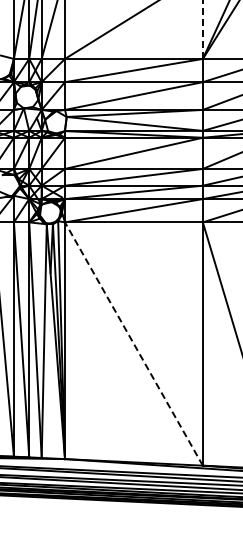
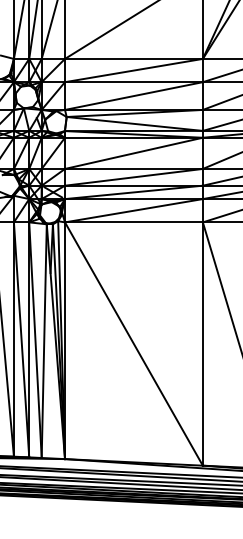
line at (202, 29): dashed -> solid
line at (133, 344): dashed -> solid
